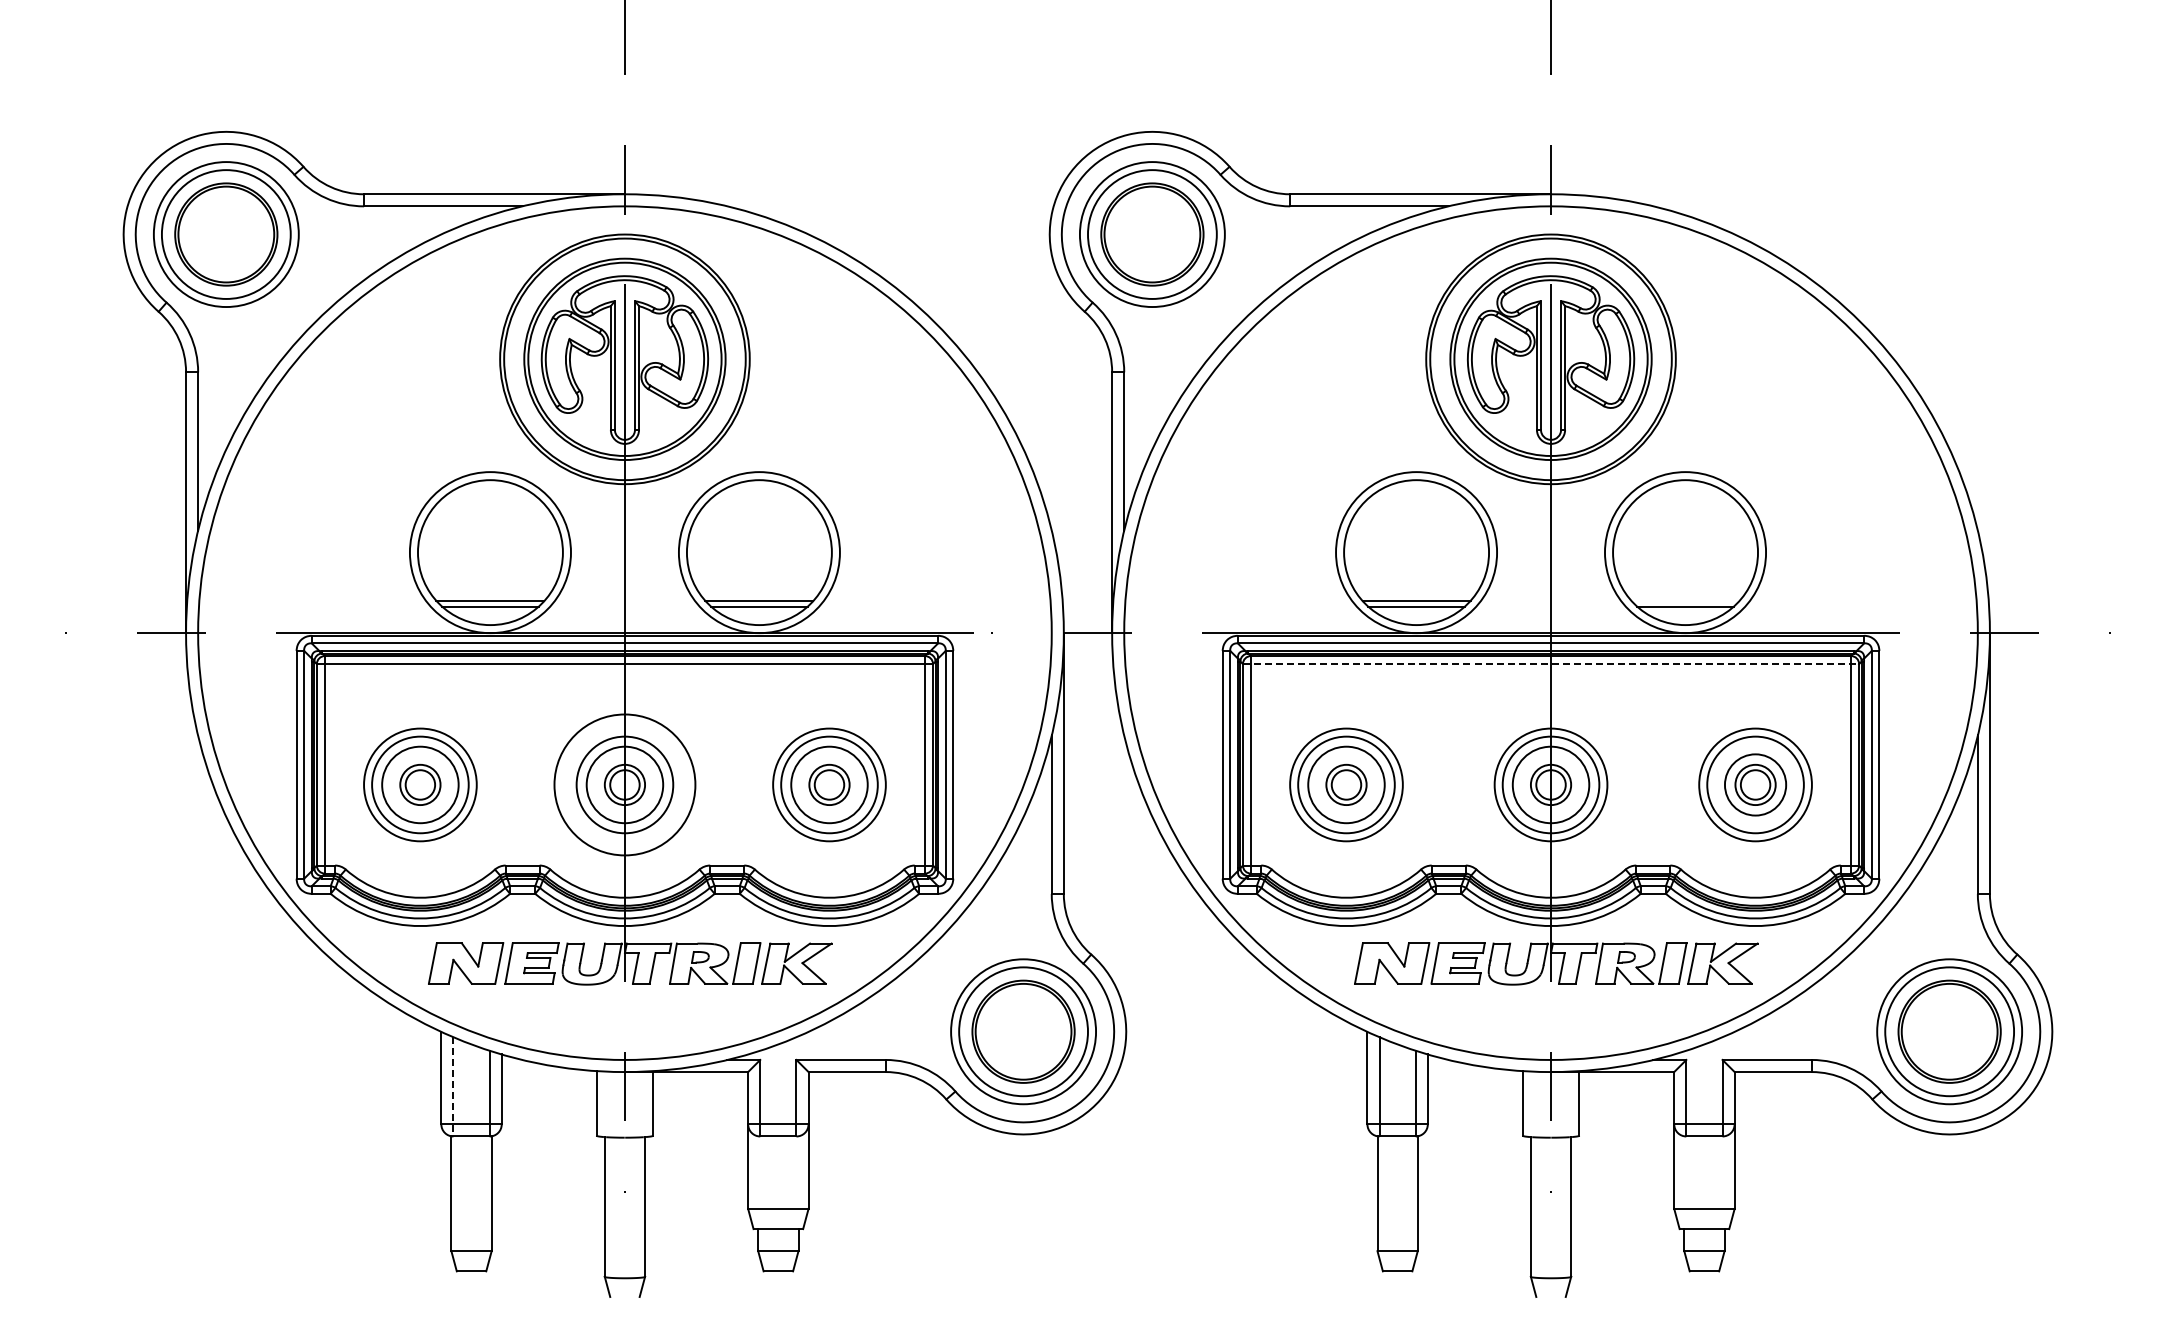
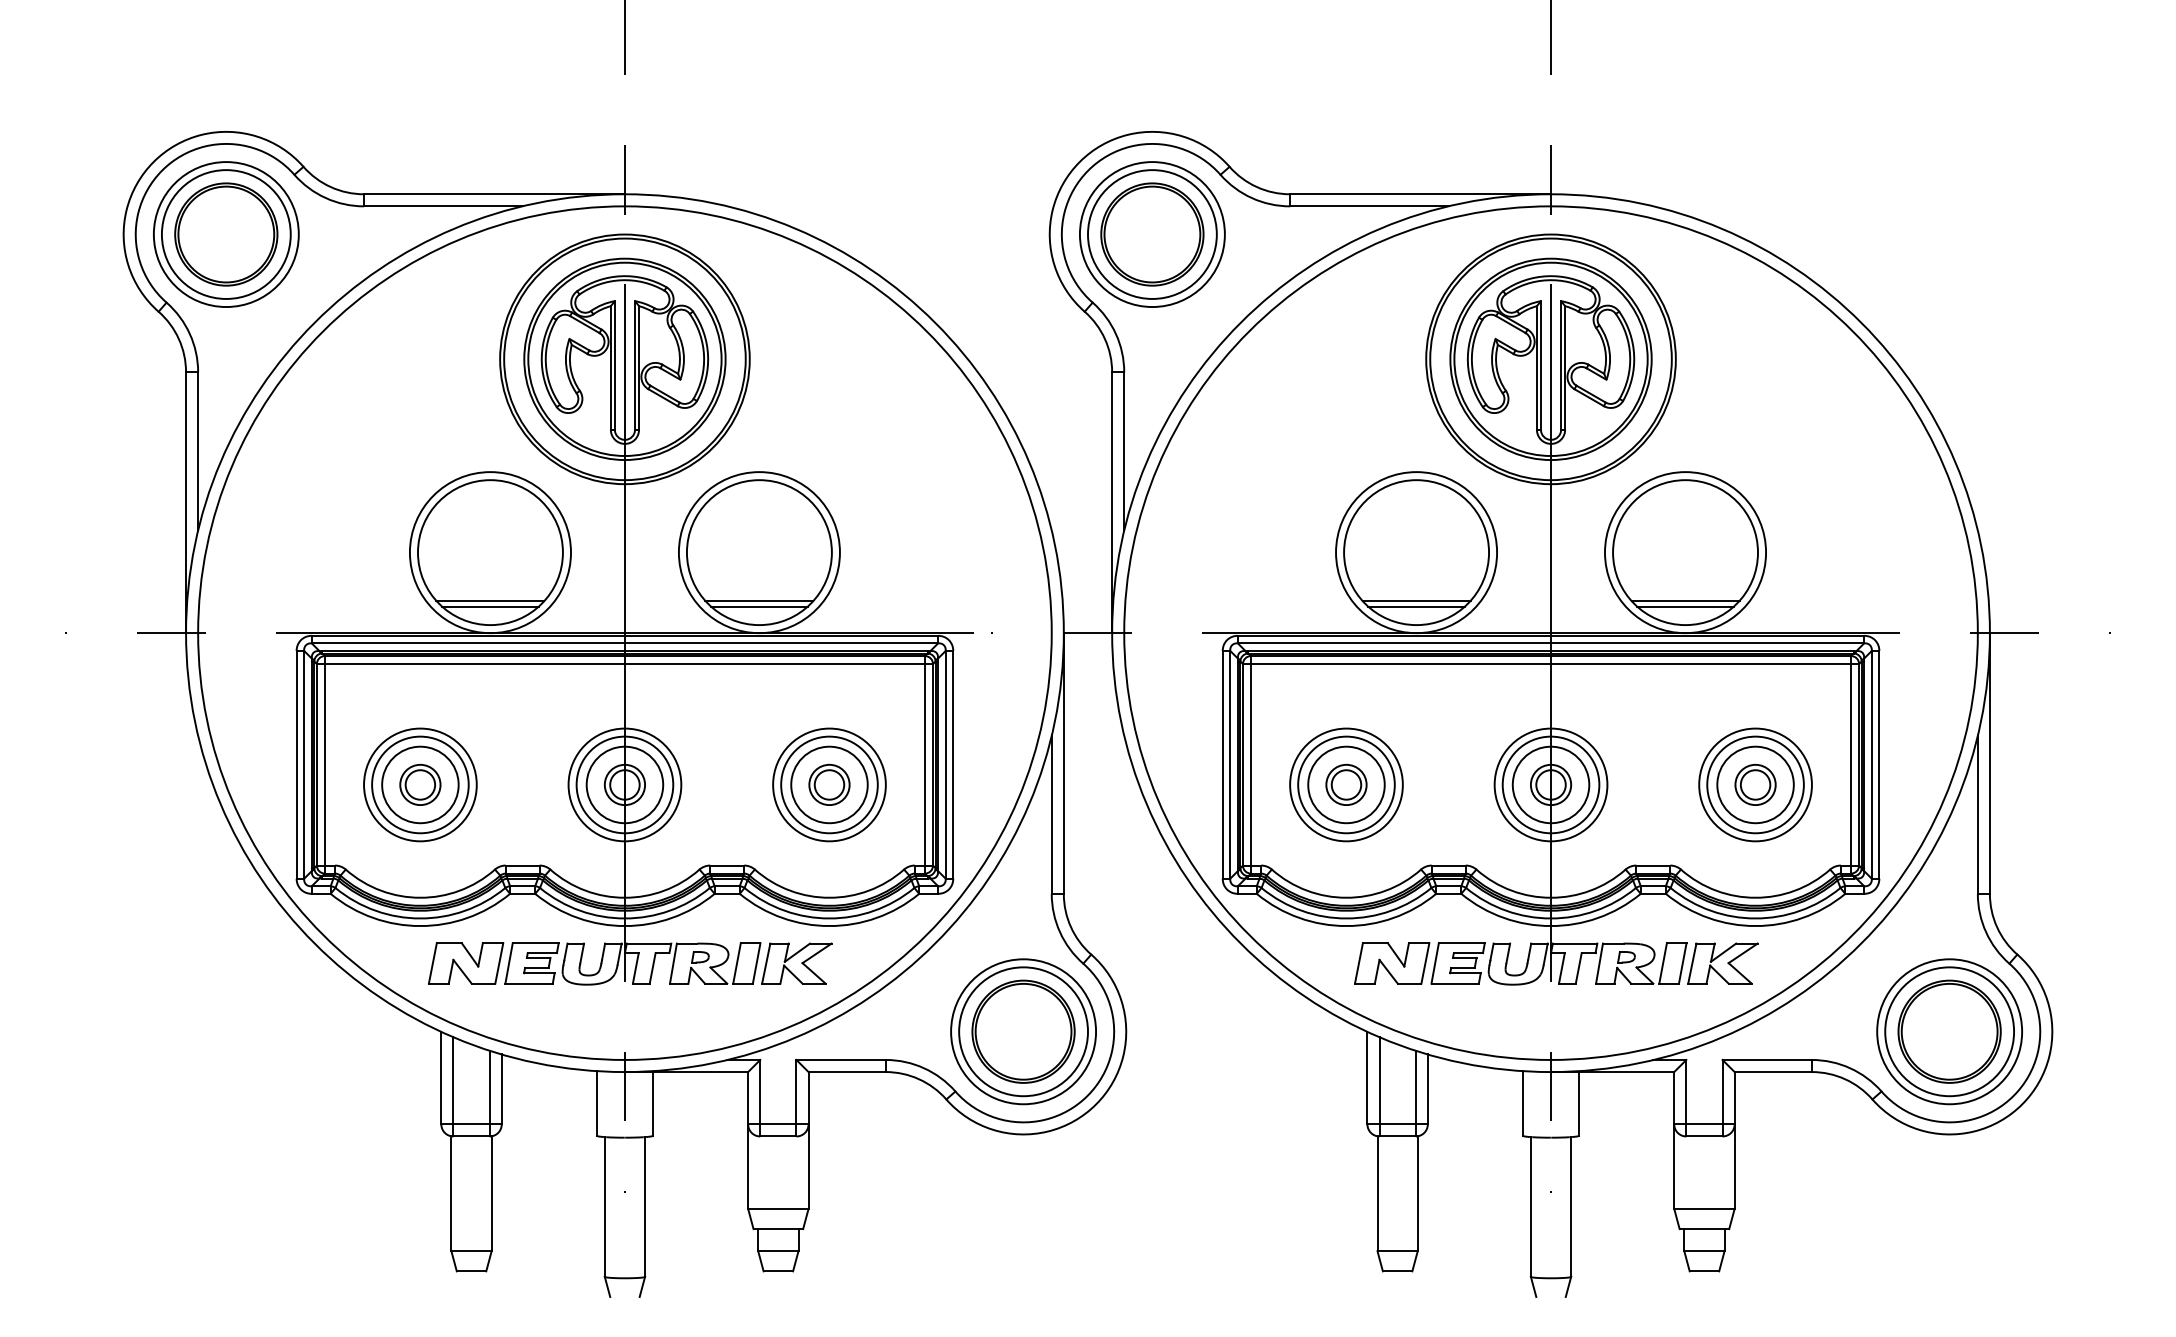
line at (1685, 600): none -> present
line at (1551, 664): dashed -> solid
circle at (624, 784) diameter: 141 px -> 113 px
circle at (1755, 784) diameter: 61 px -> 77 px
line at (453, 1086): dashed -> solid
